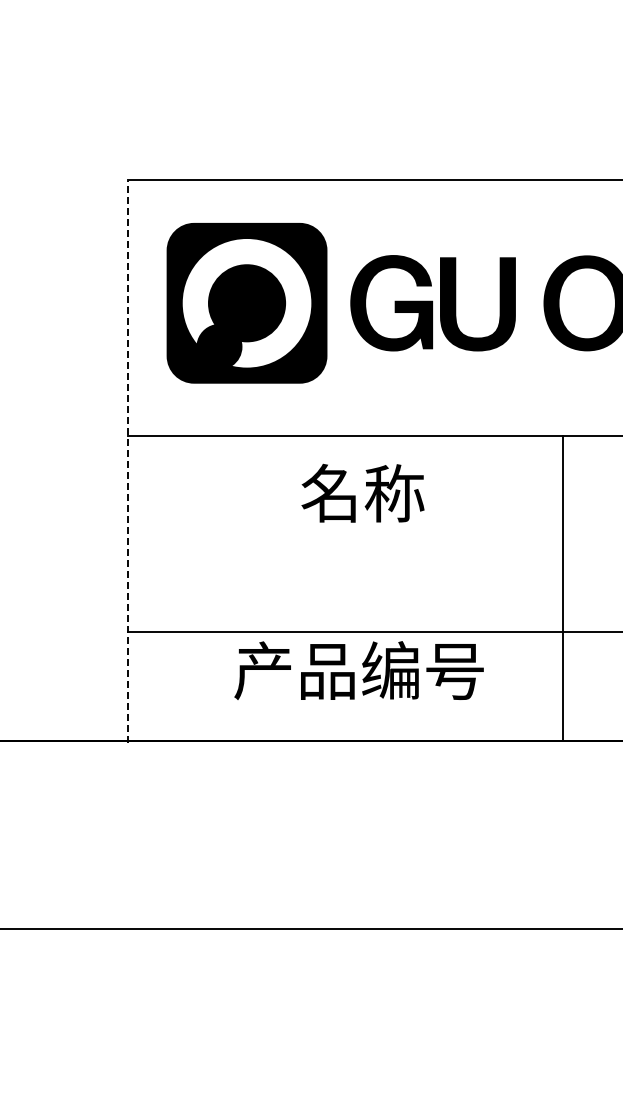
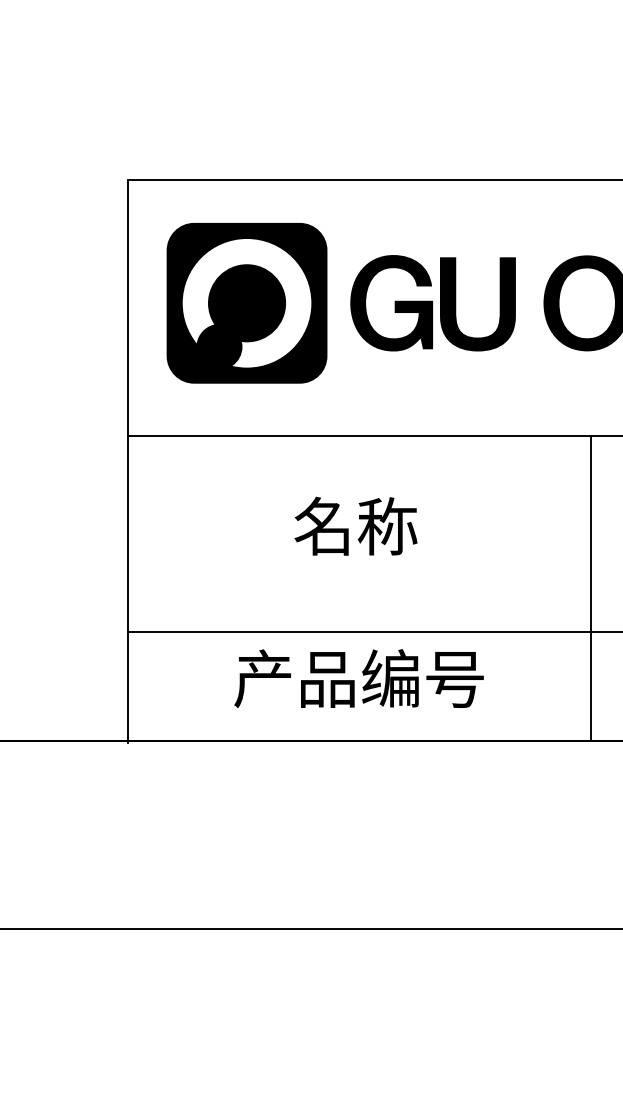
line at (128, 462): dashed -> solid
text at (362, 492) position: (362, 492) -> (355, 525)
line at (563, 588) position: (563, 588) -> (591, 588)
text at (358, 670) position: (358, 670) -> (358, 678)
